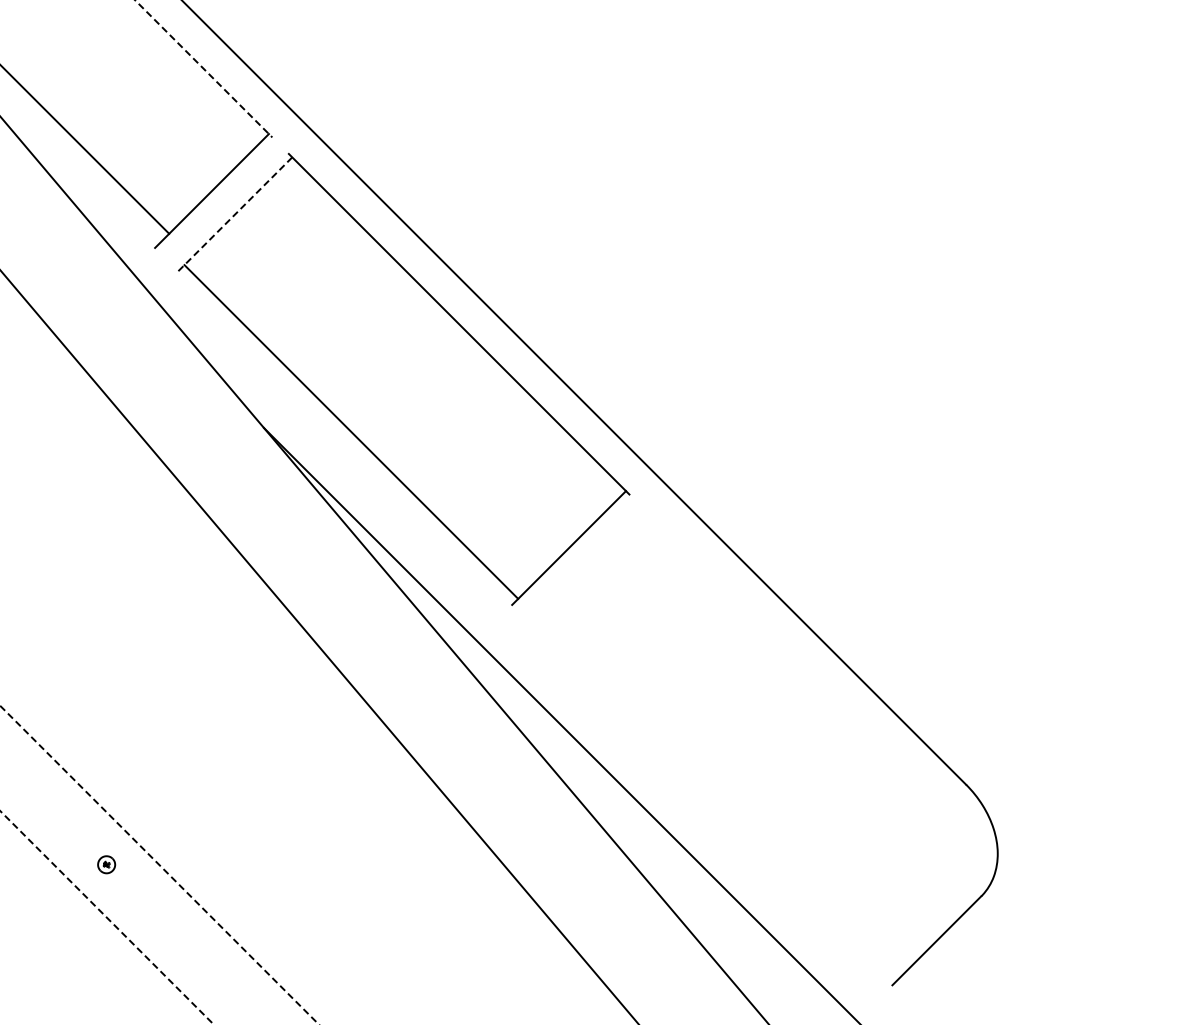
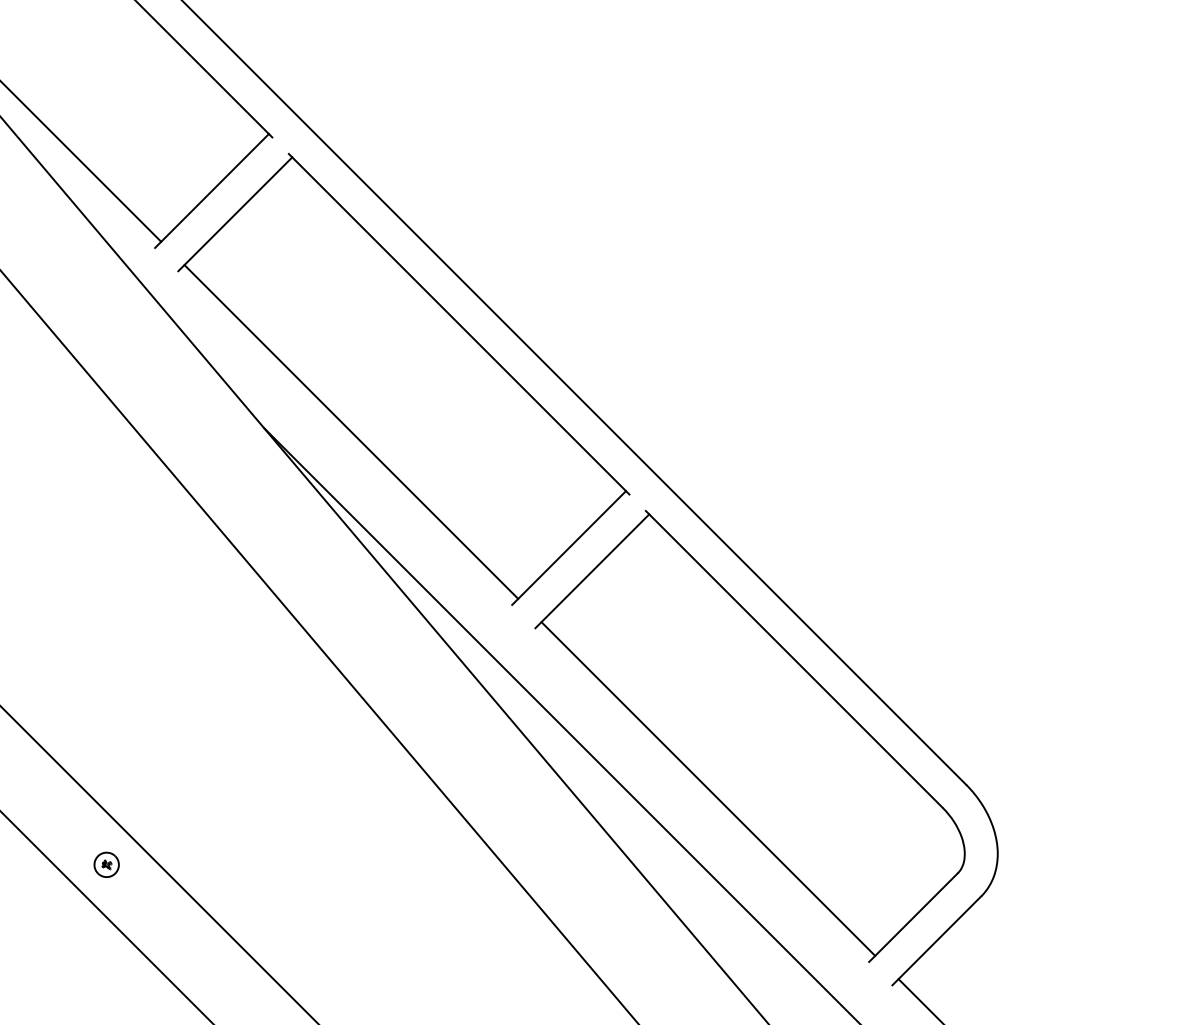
line at (203, 68): dashed -> solid
line at (85, 149) position: (85, 149) -> (81, 162)
line at (235, 214): dashed -> solid
part at (749, 735): none -> present
part at (106, 864) size: 20x20 px -> 27x27 px
line at (159, 865): dashed -> solid
line at (107, 917): dashed -> solid
line at (919, 1000): none -> present
